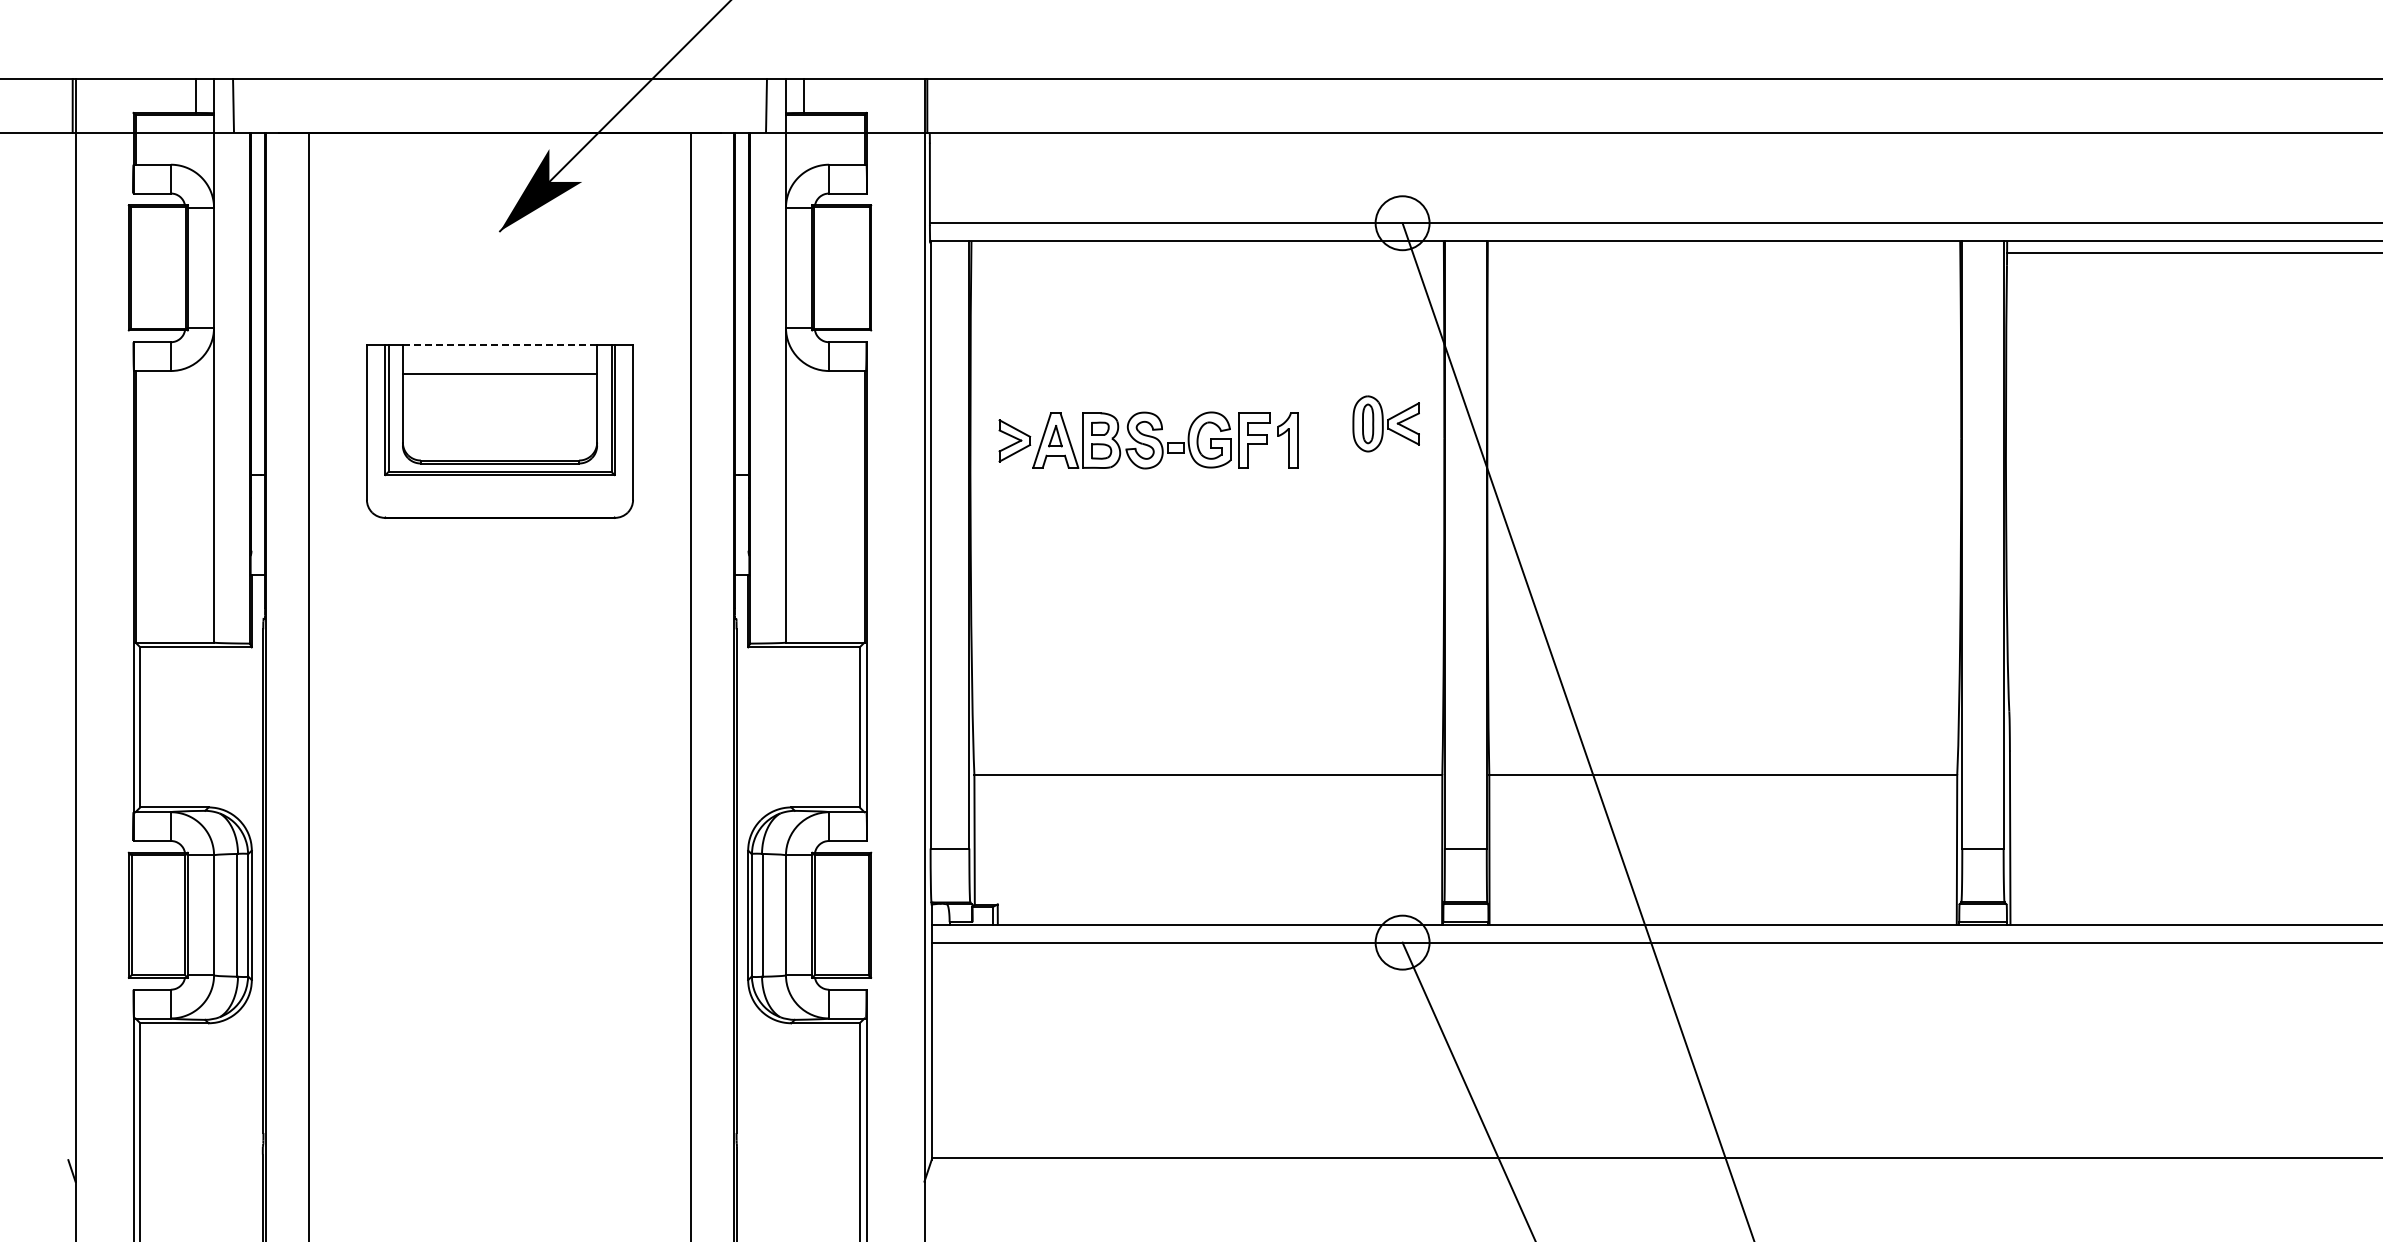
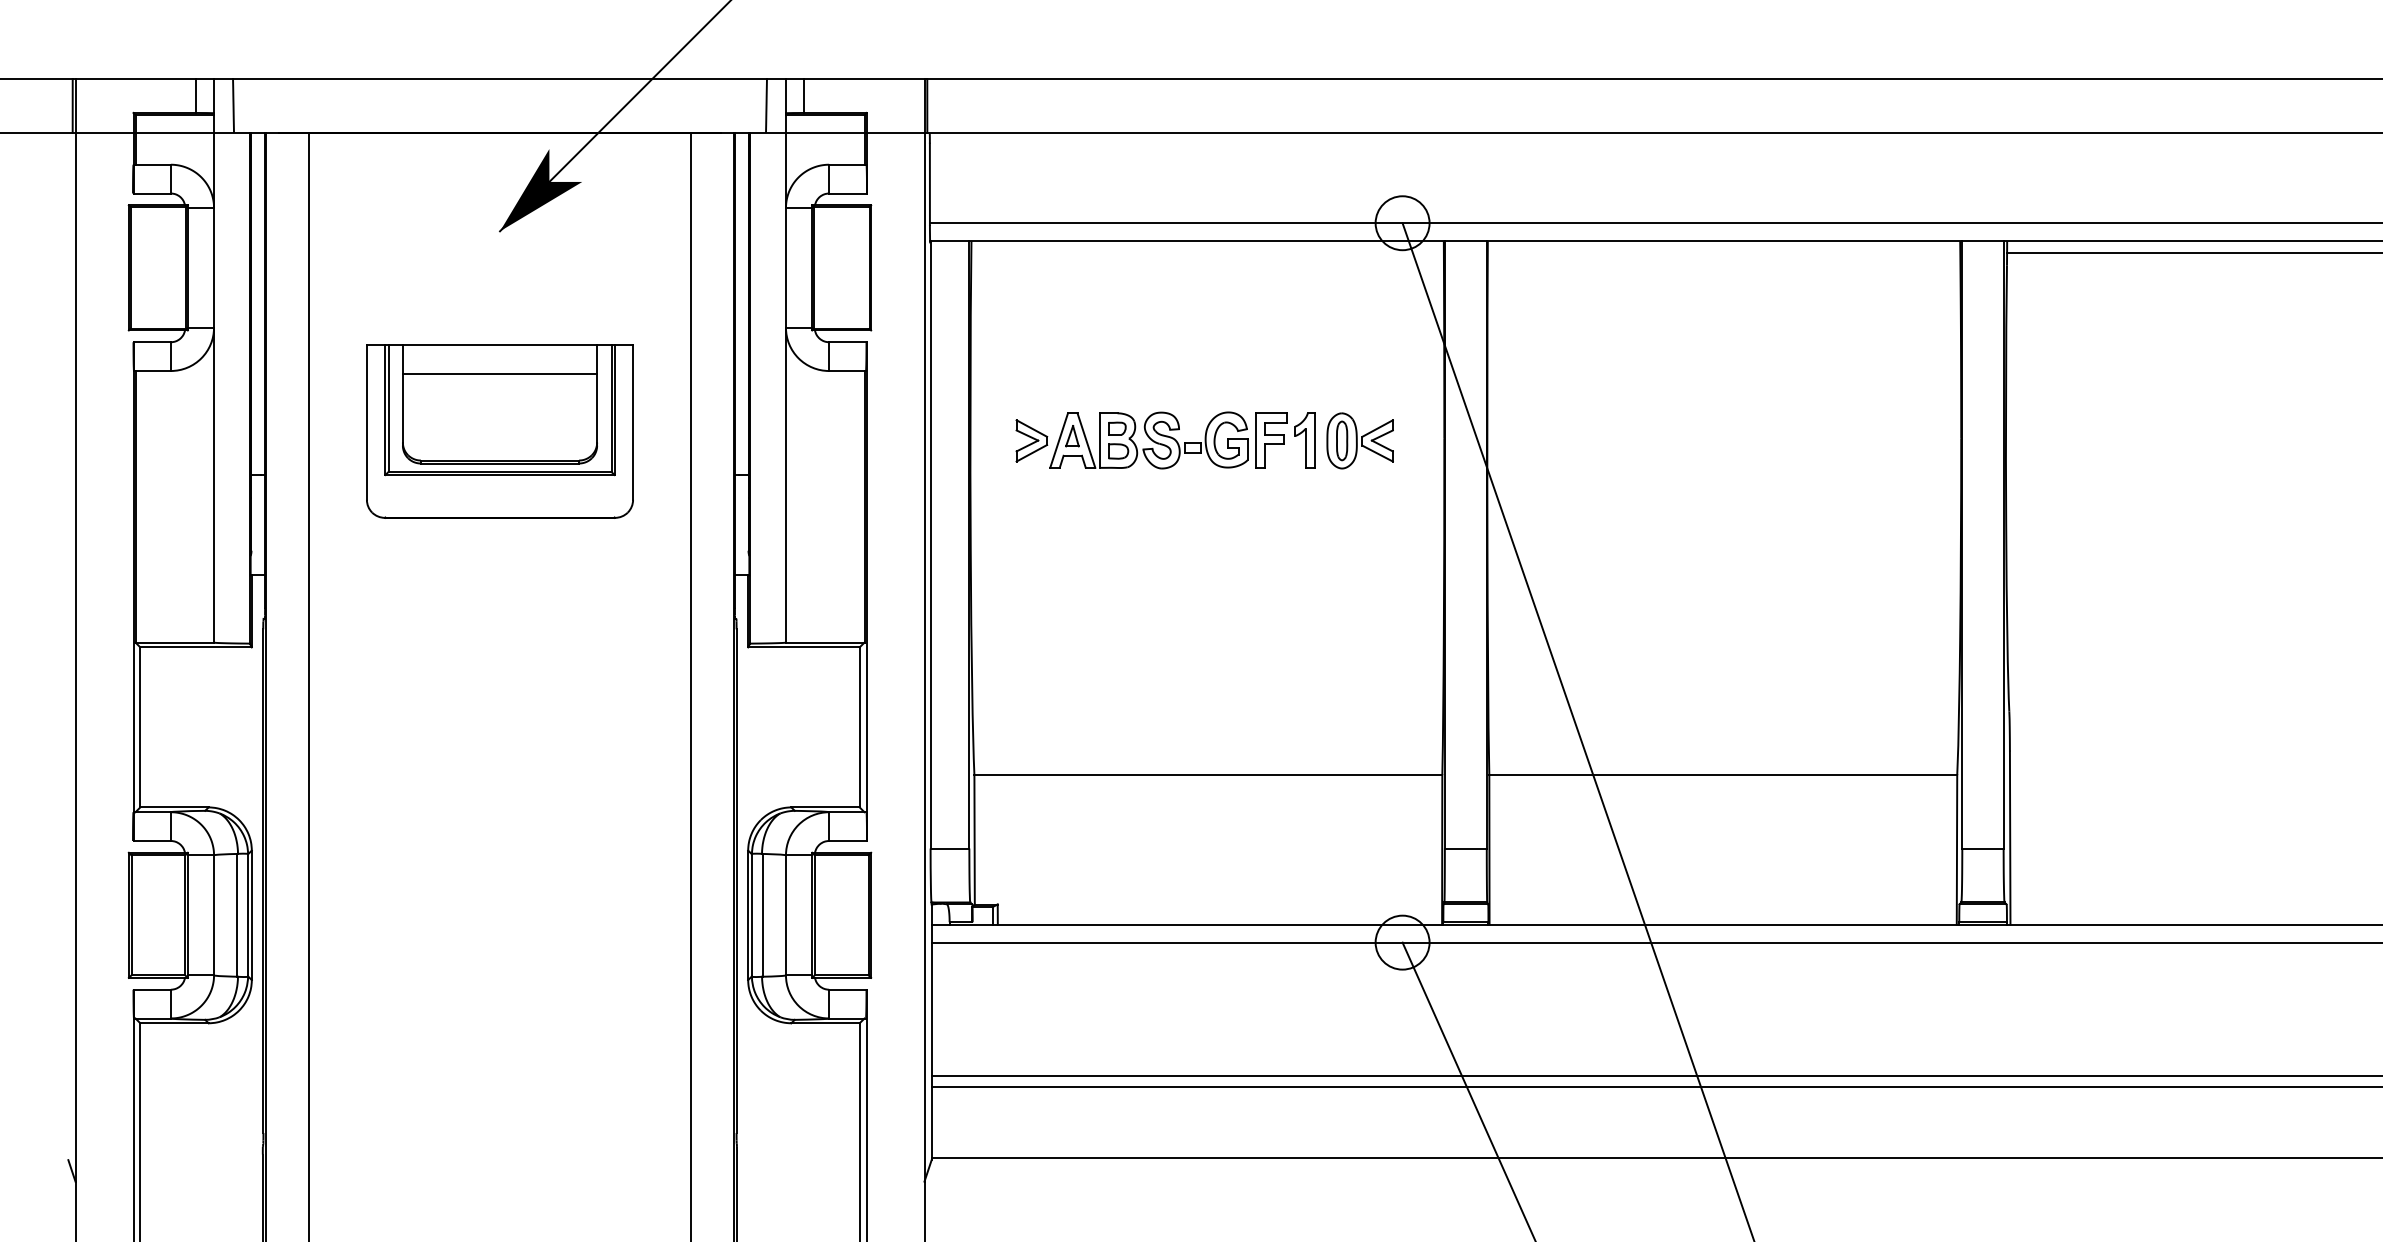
line at (499, 345): dashed -> solid
part at (1385, 423) position: (1385, 423) -> (1359, 440)
part at (1148, 440) position: (1148, 440) -> (1165, 440)
line at (1655, 1075): none -> present
line at (1655, 1086): none -> present
